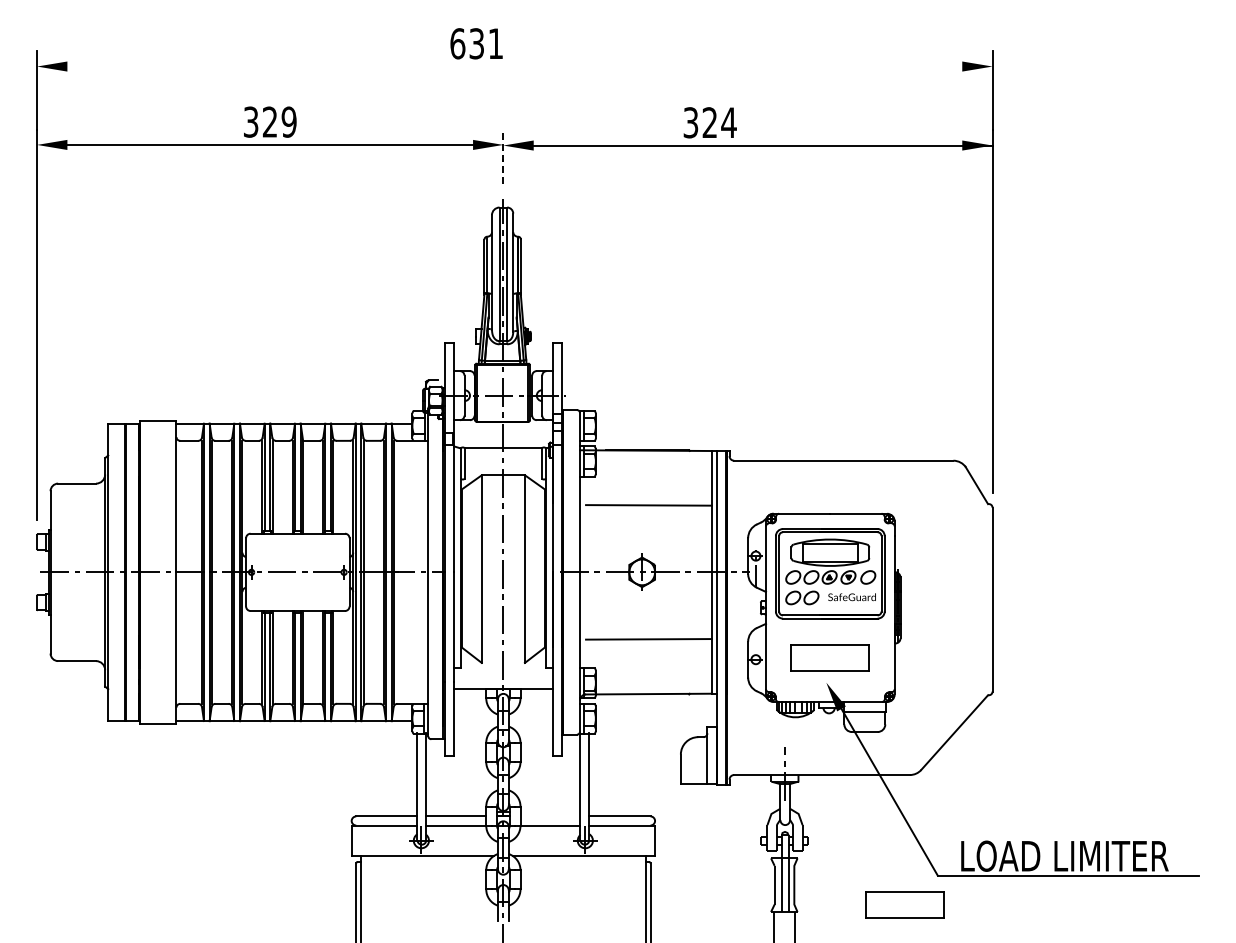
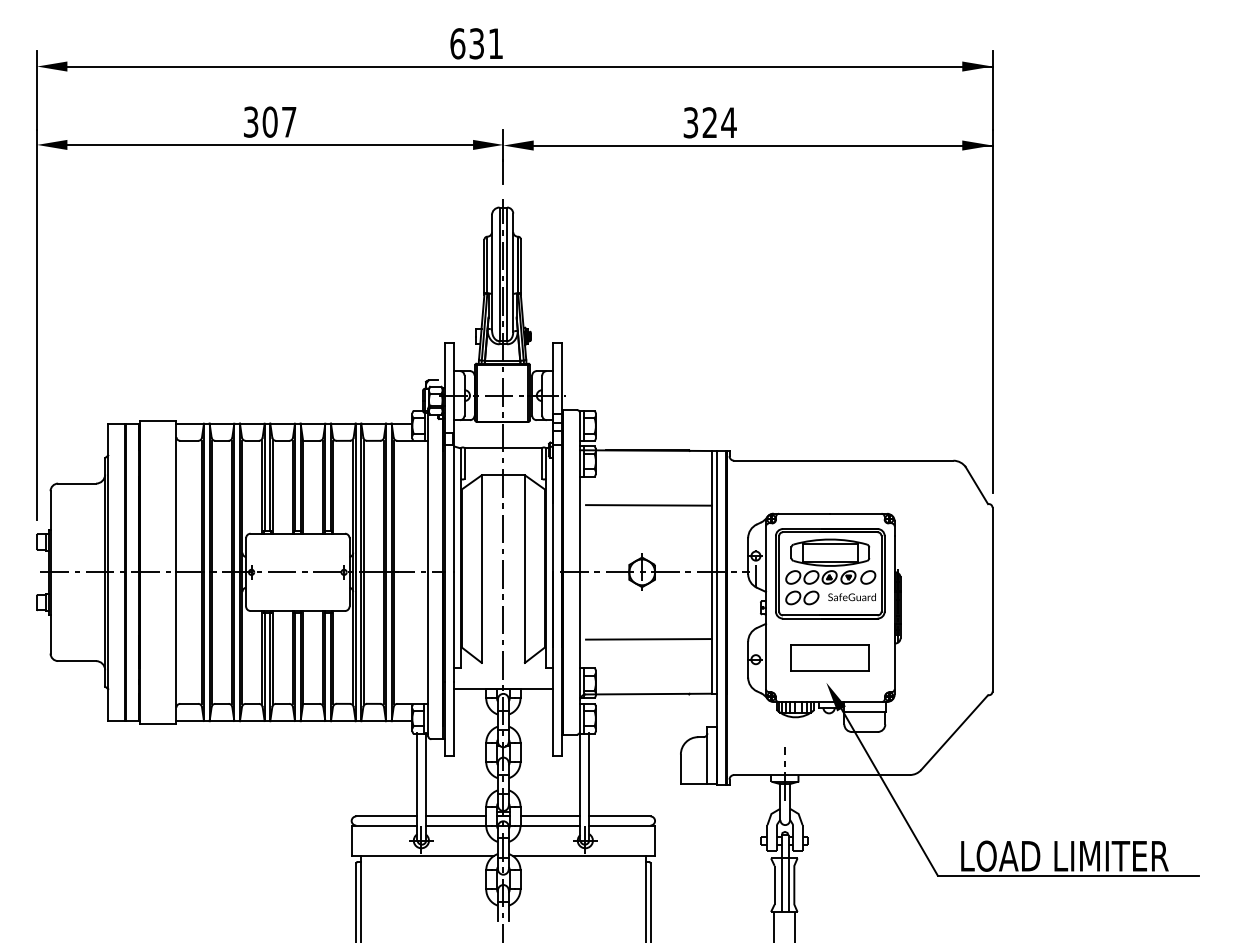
line at (529, 66): none -> present
text at (279, 121): 329 -> 307
line at (503, 156): dashed -> solid
line at (550, 816): none -> present
part at (904, 904): present -> none
